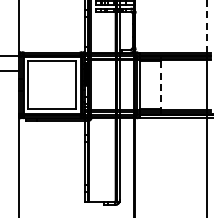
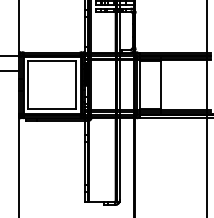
line at (207, 26): dashed -> solid
line at (161, 85): dashed -> solid
